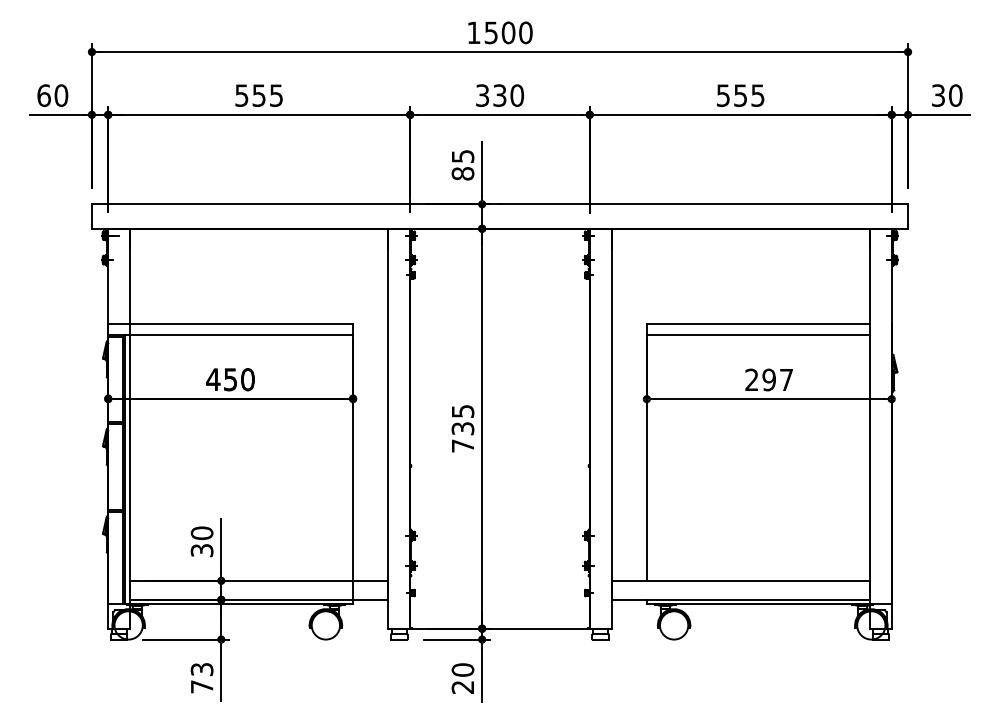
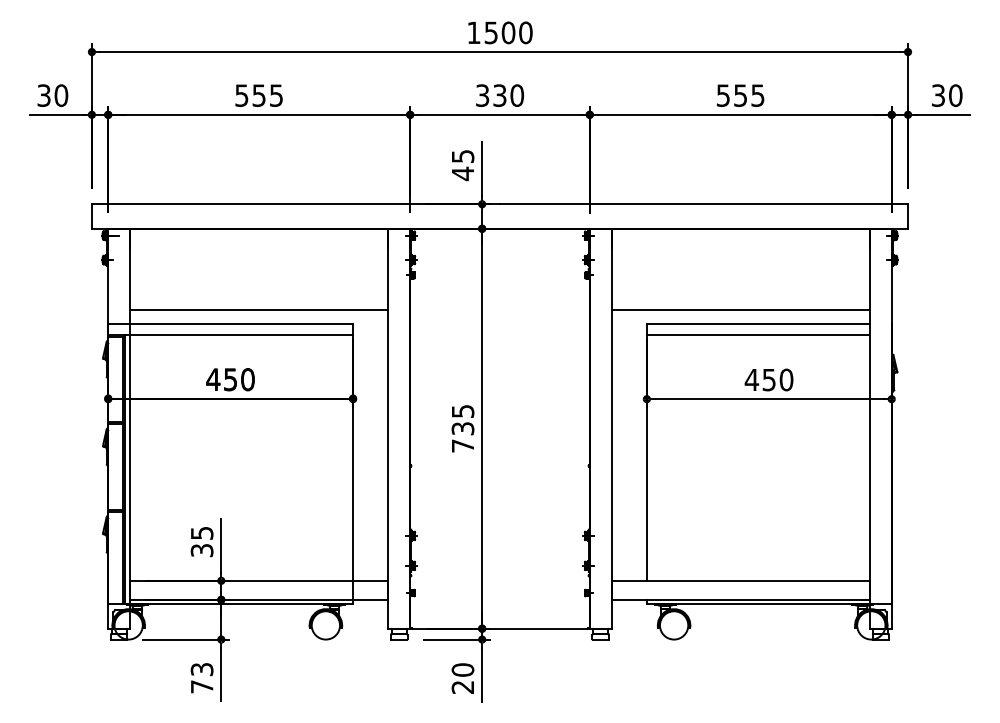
text at (43, 95): 60 -> 30
text at (462, 173): 85 -> 45
line at (259, 310): none -> present
line at (740, 310): none -> present
text at (768, 379): 297 -> 450
text at (201, 533): 30 -> 35
